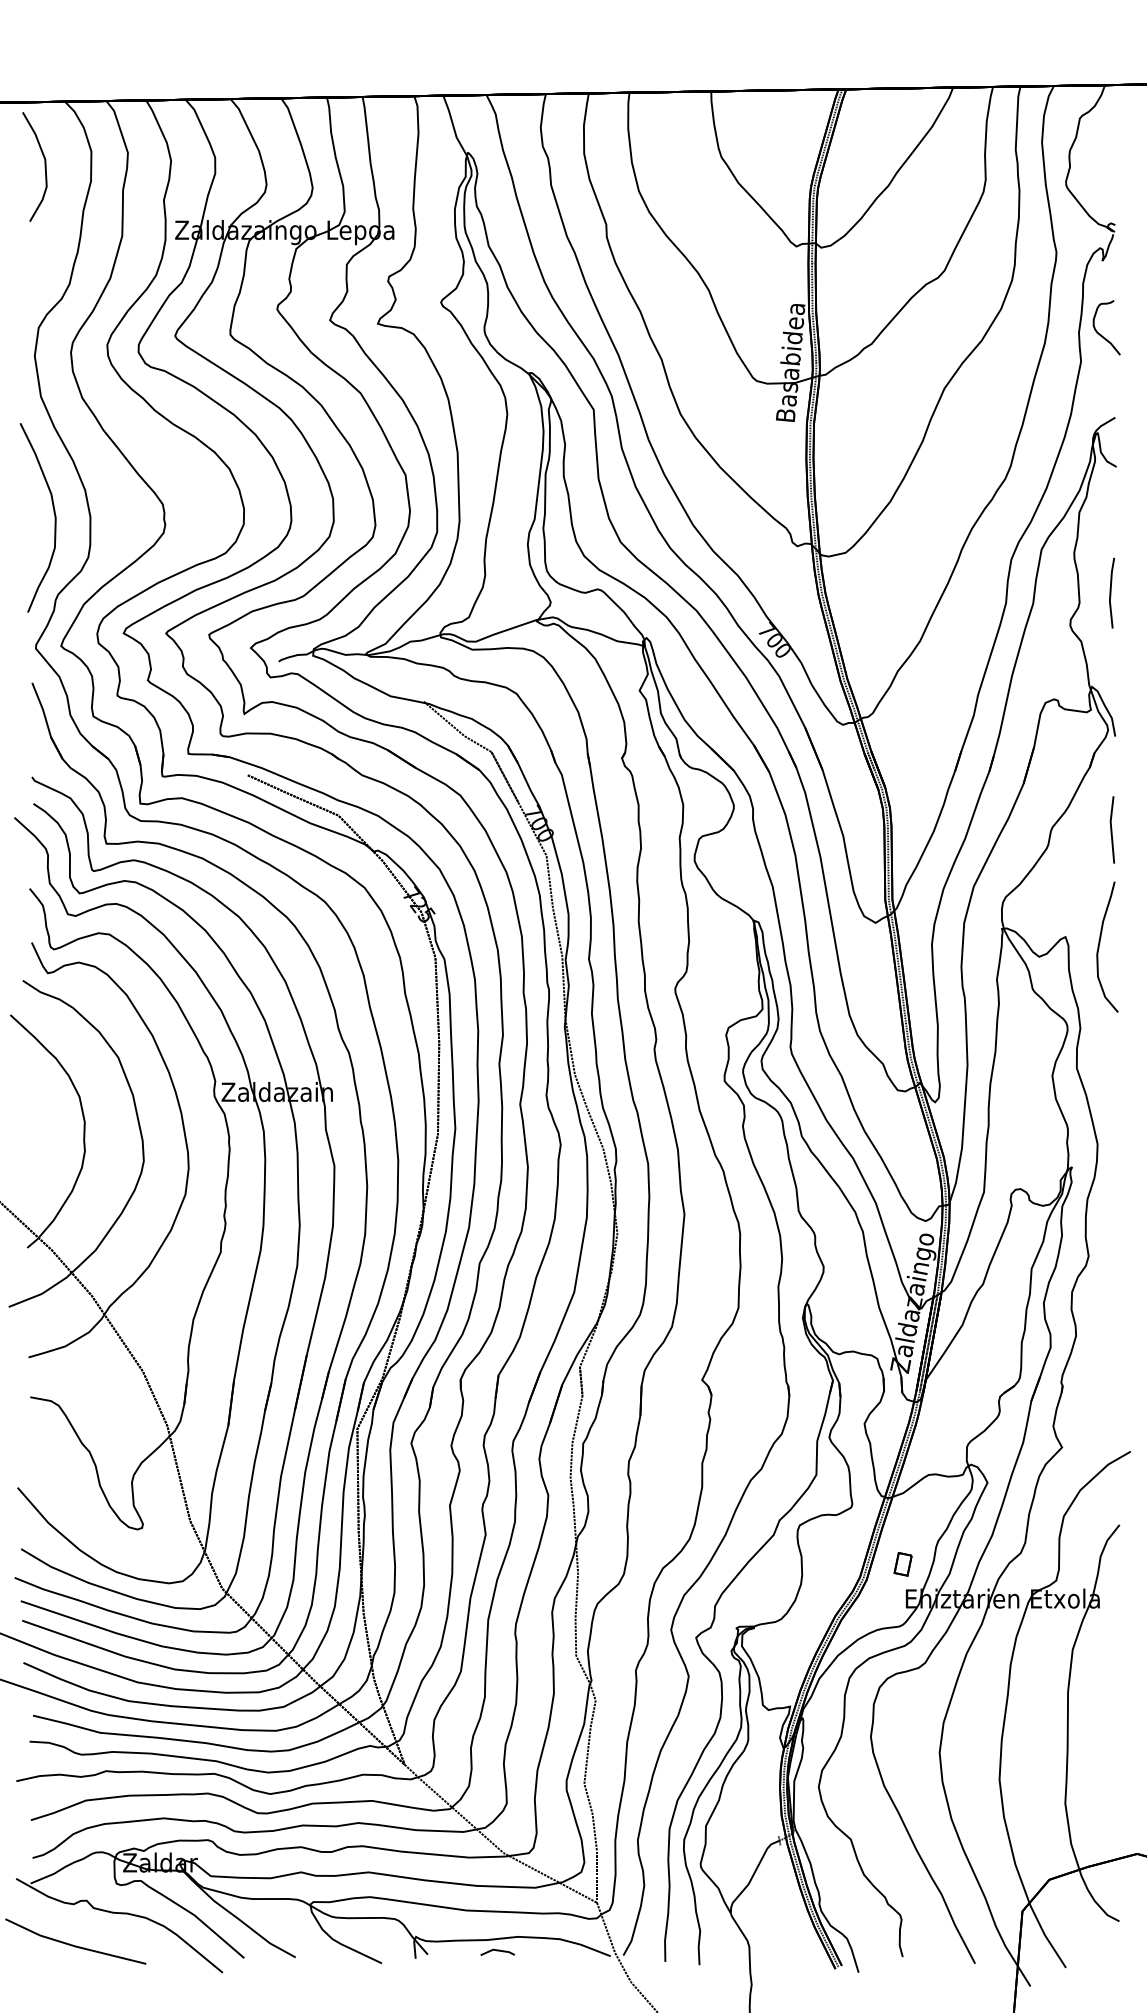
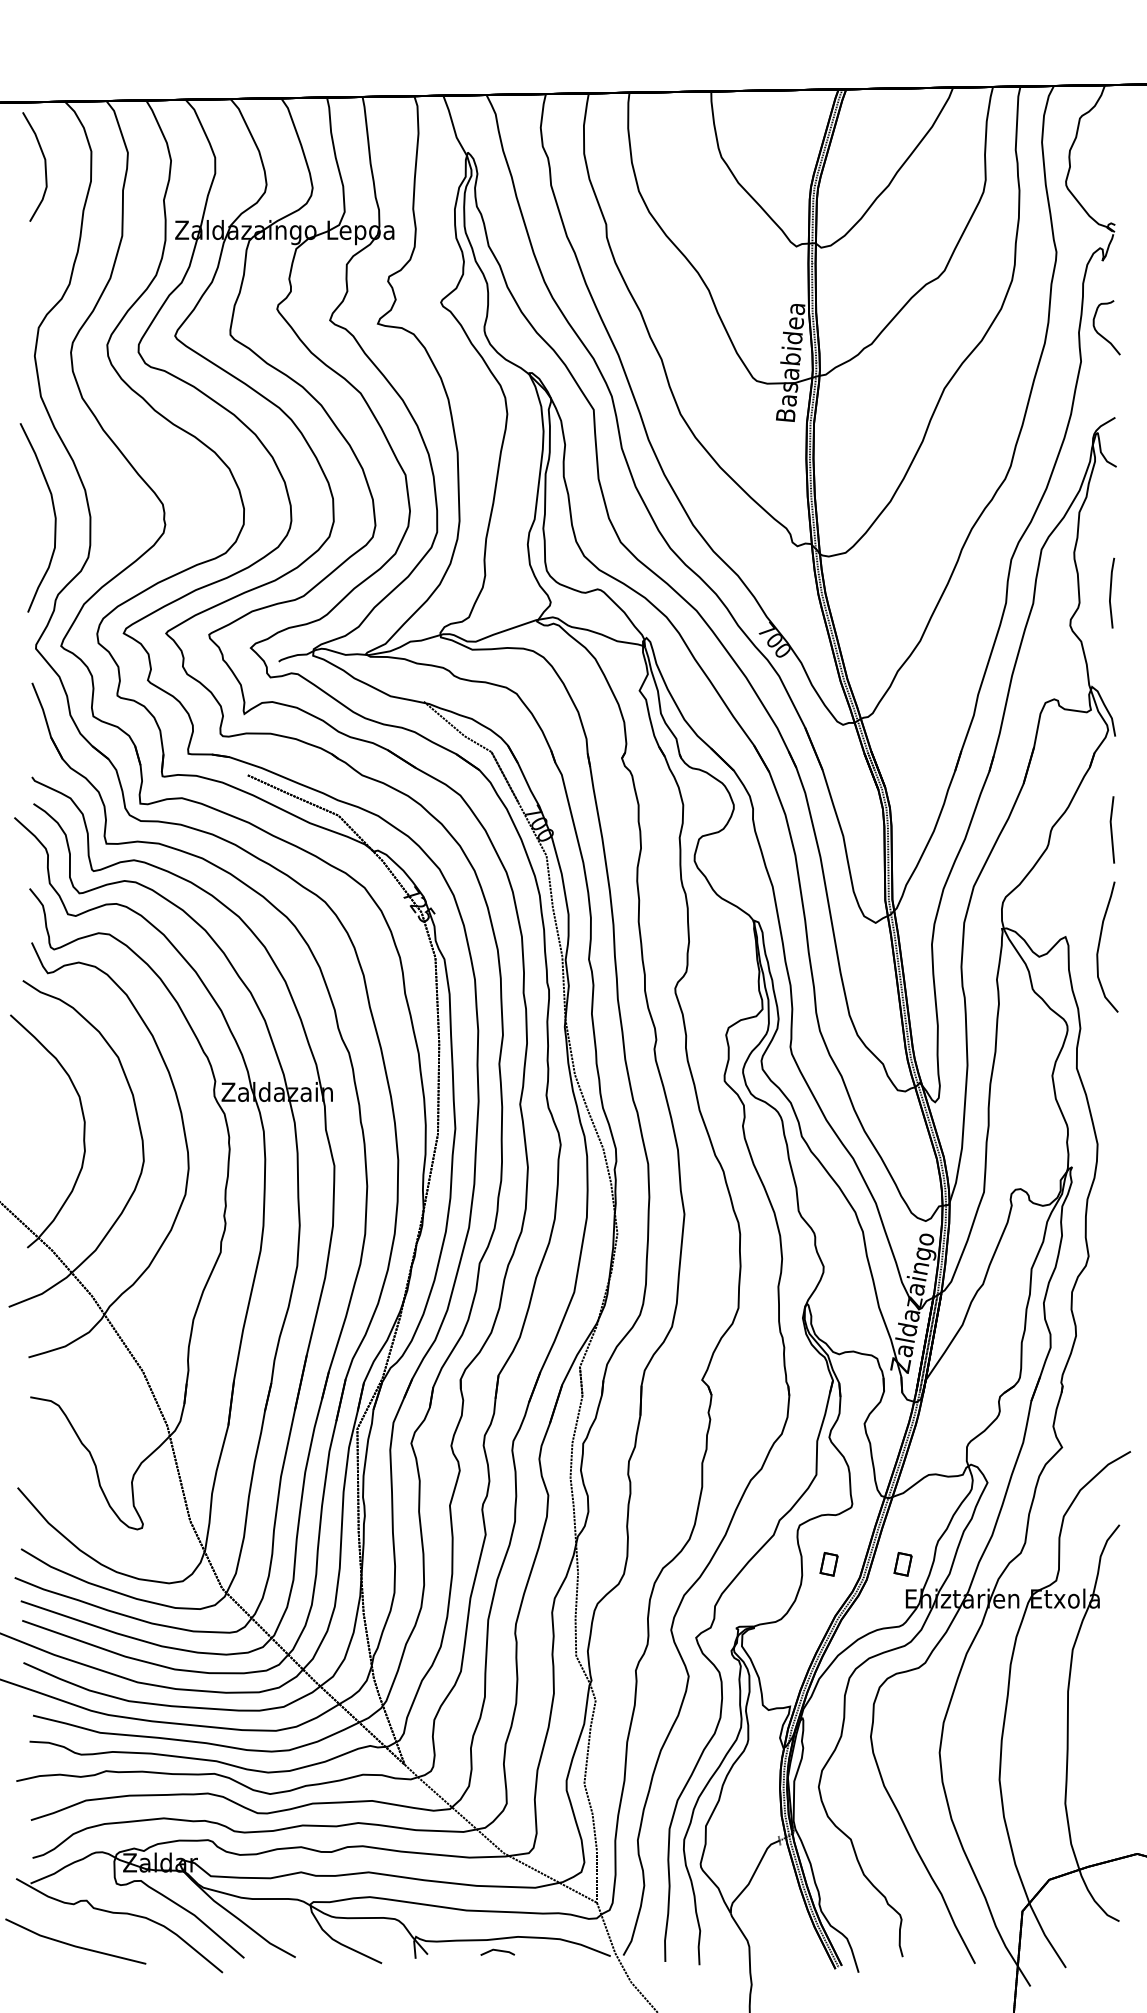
part at (828, 1564): none -> present
